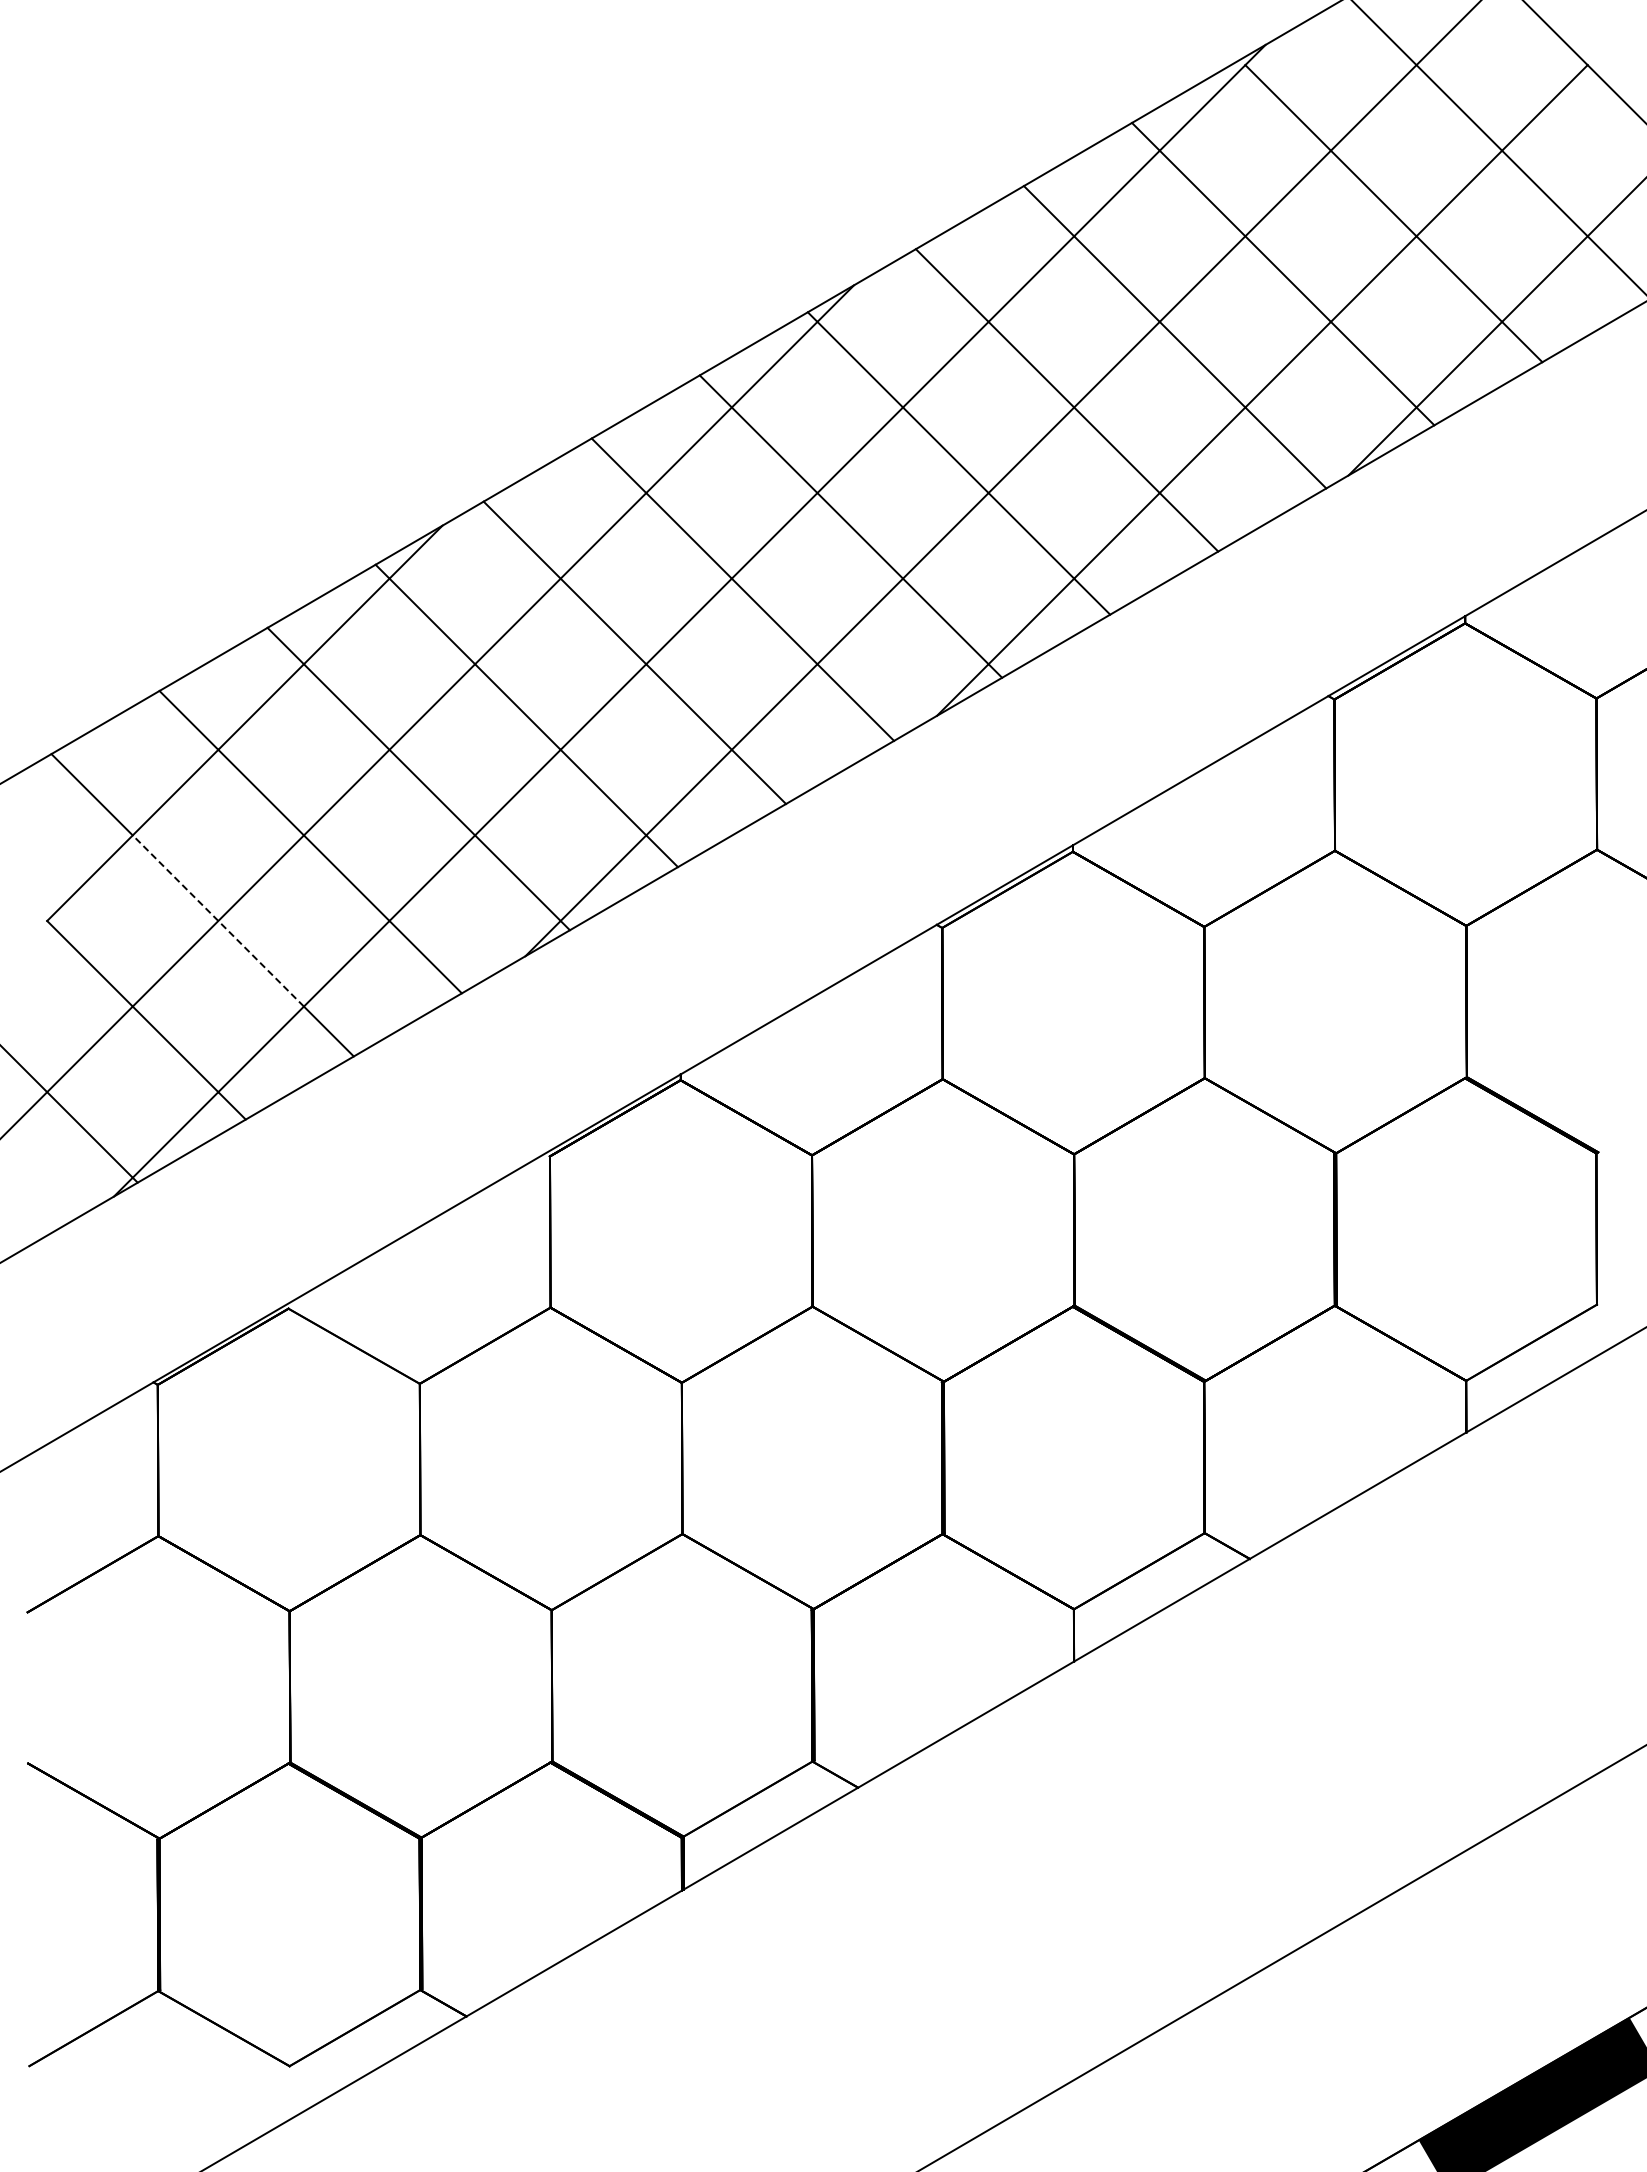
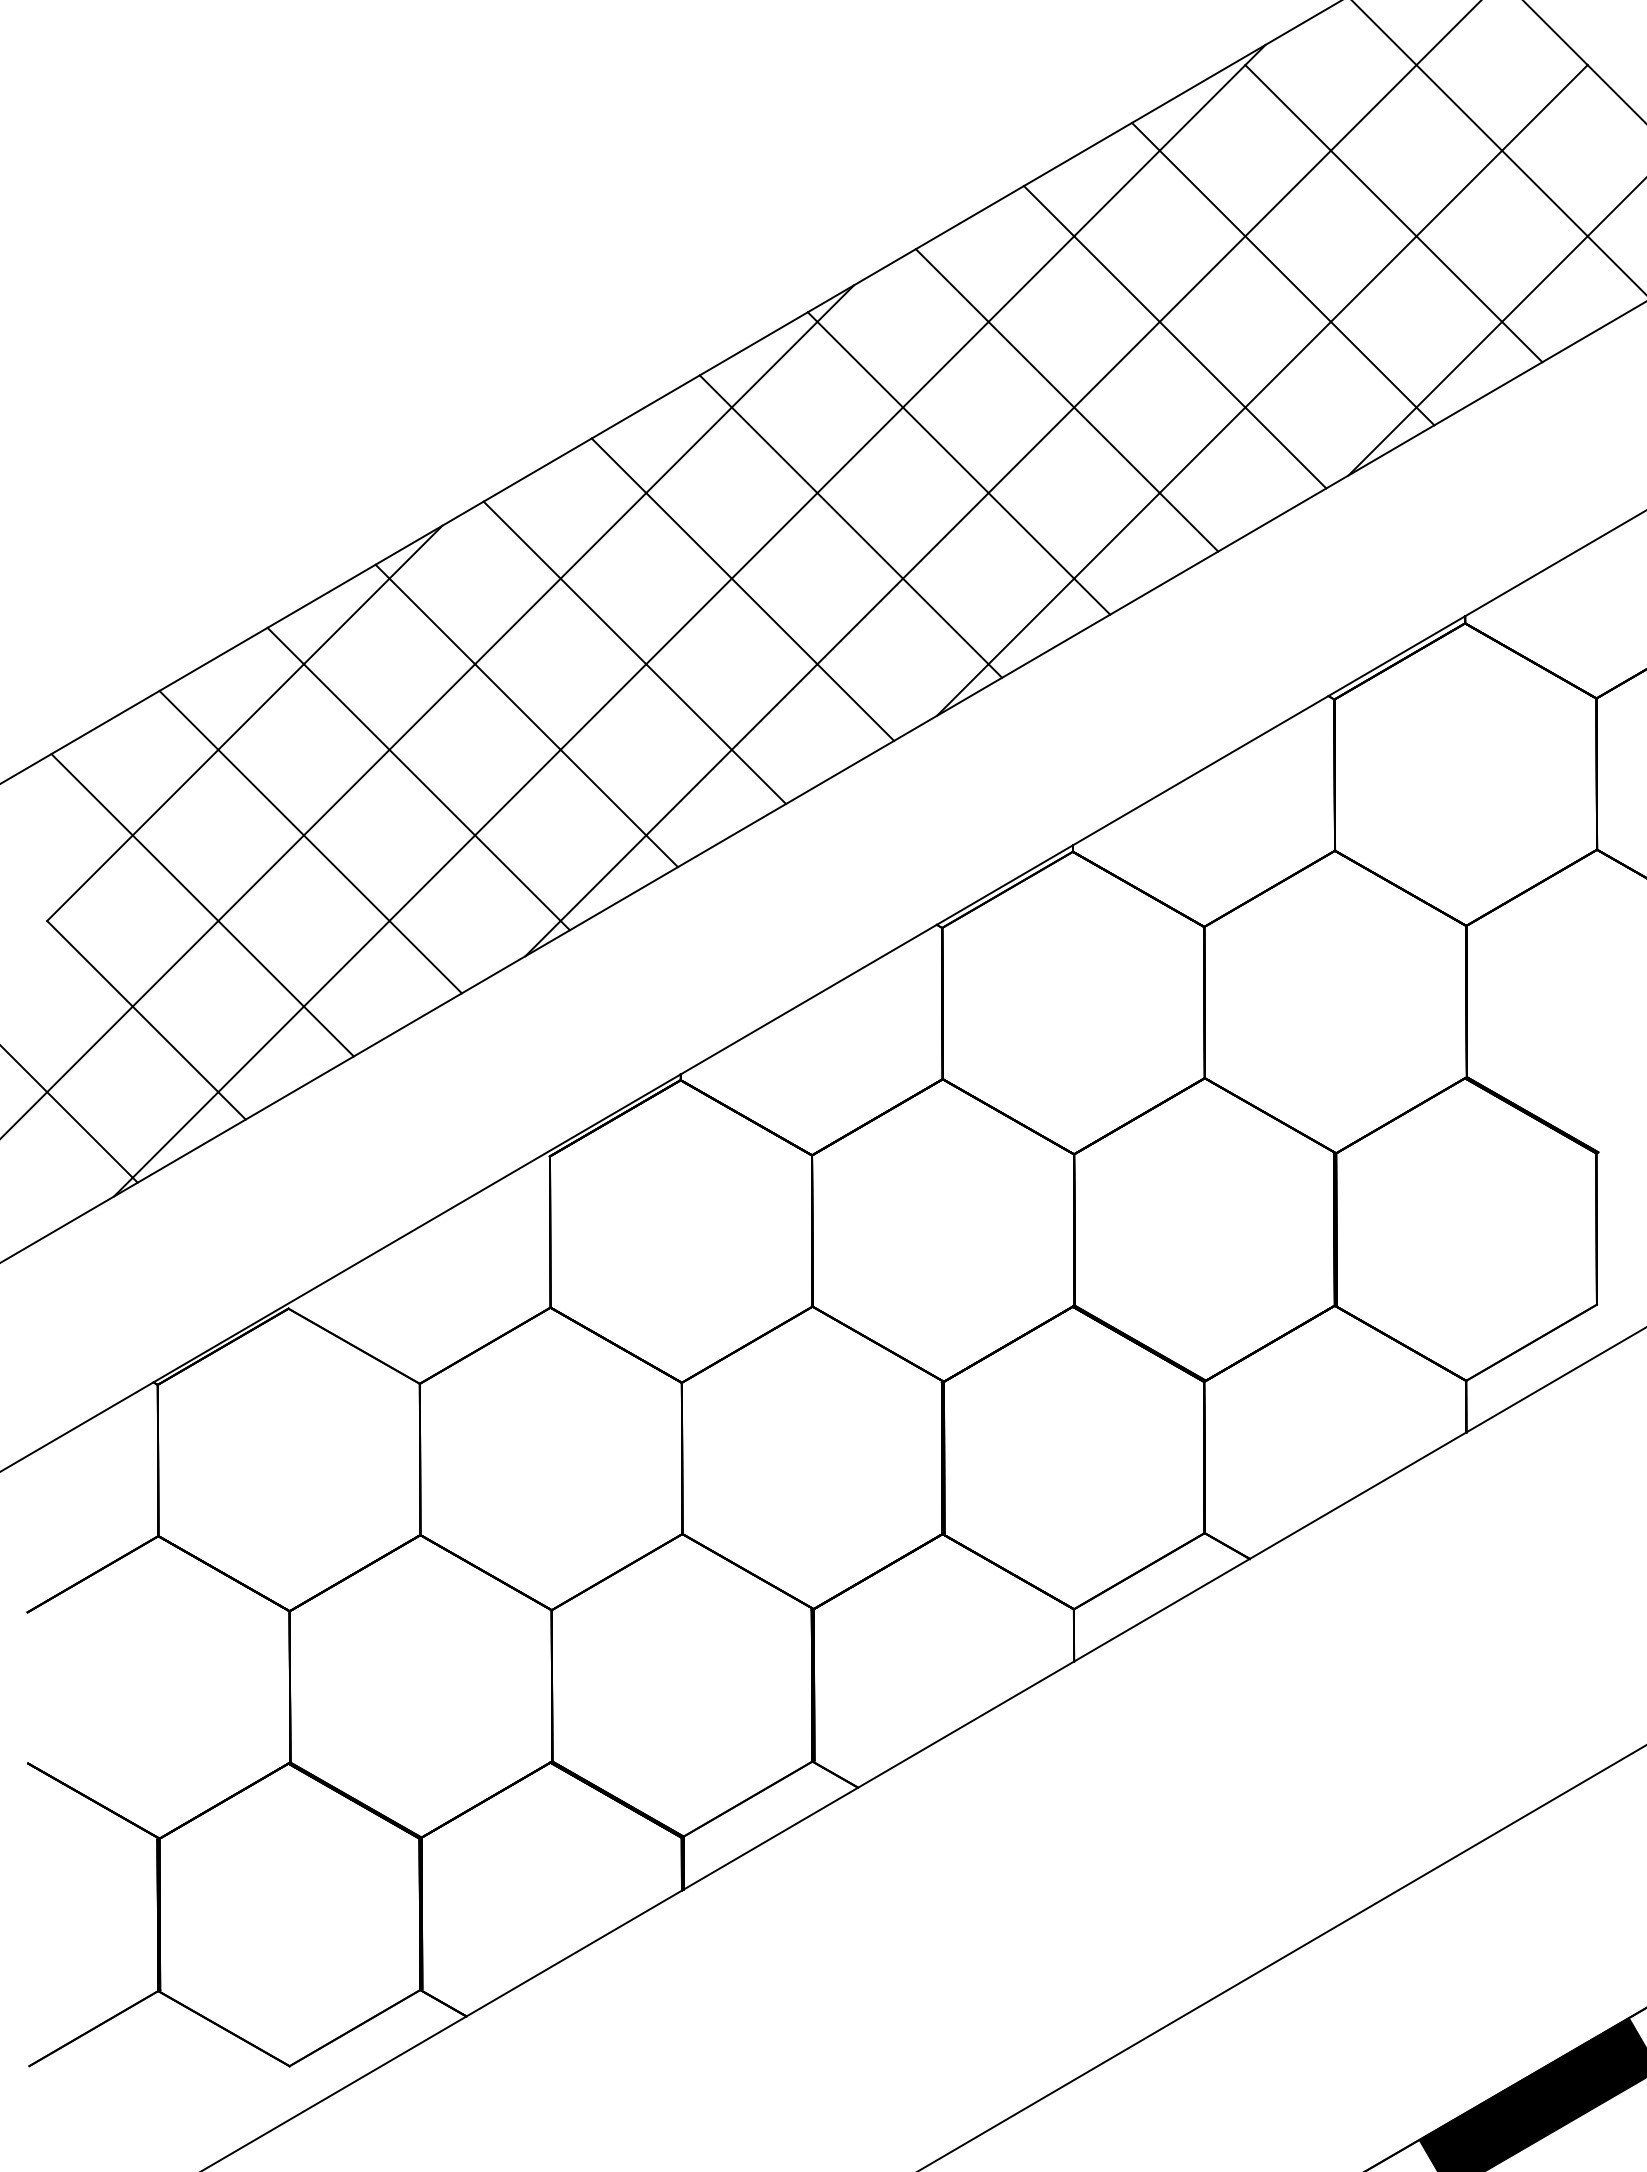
line at (218, 920): dashed -> solid
